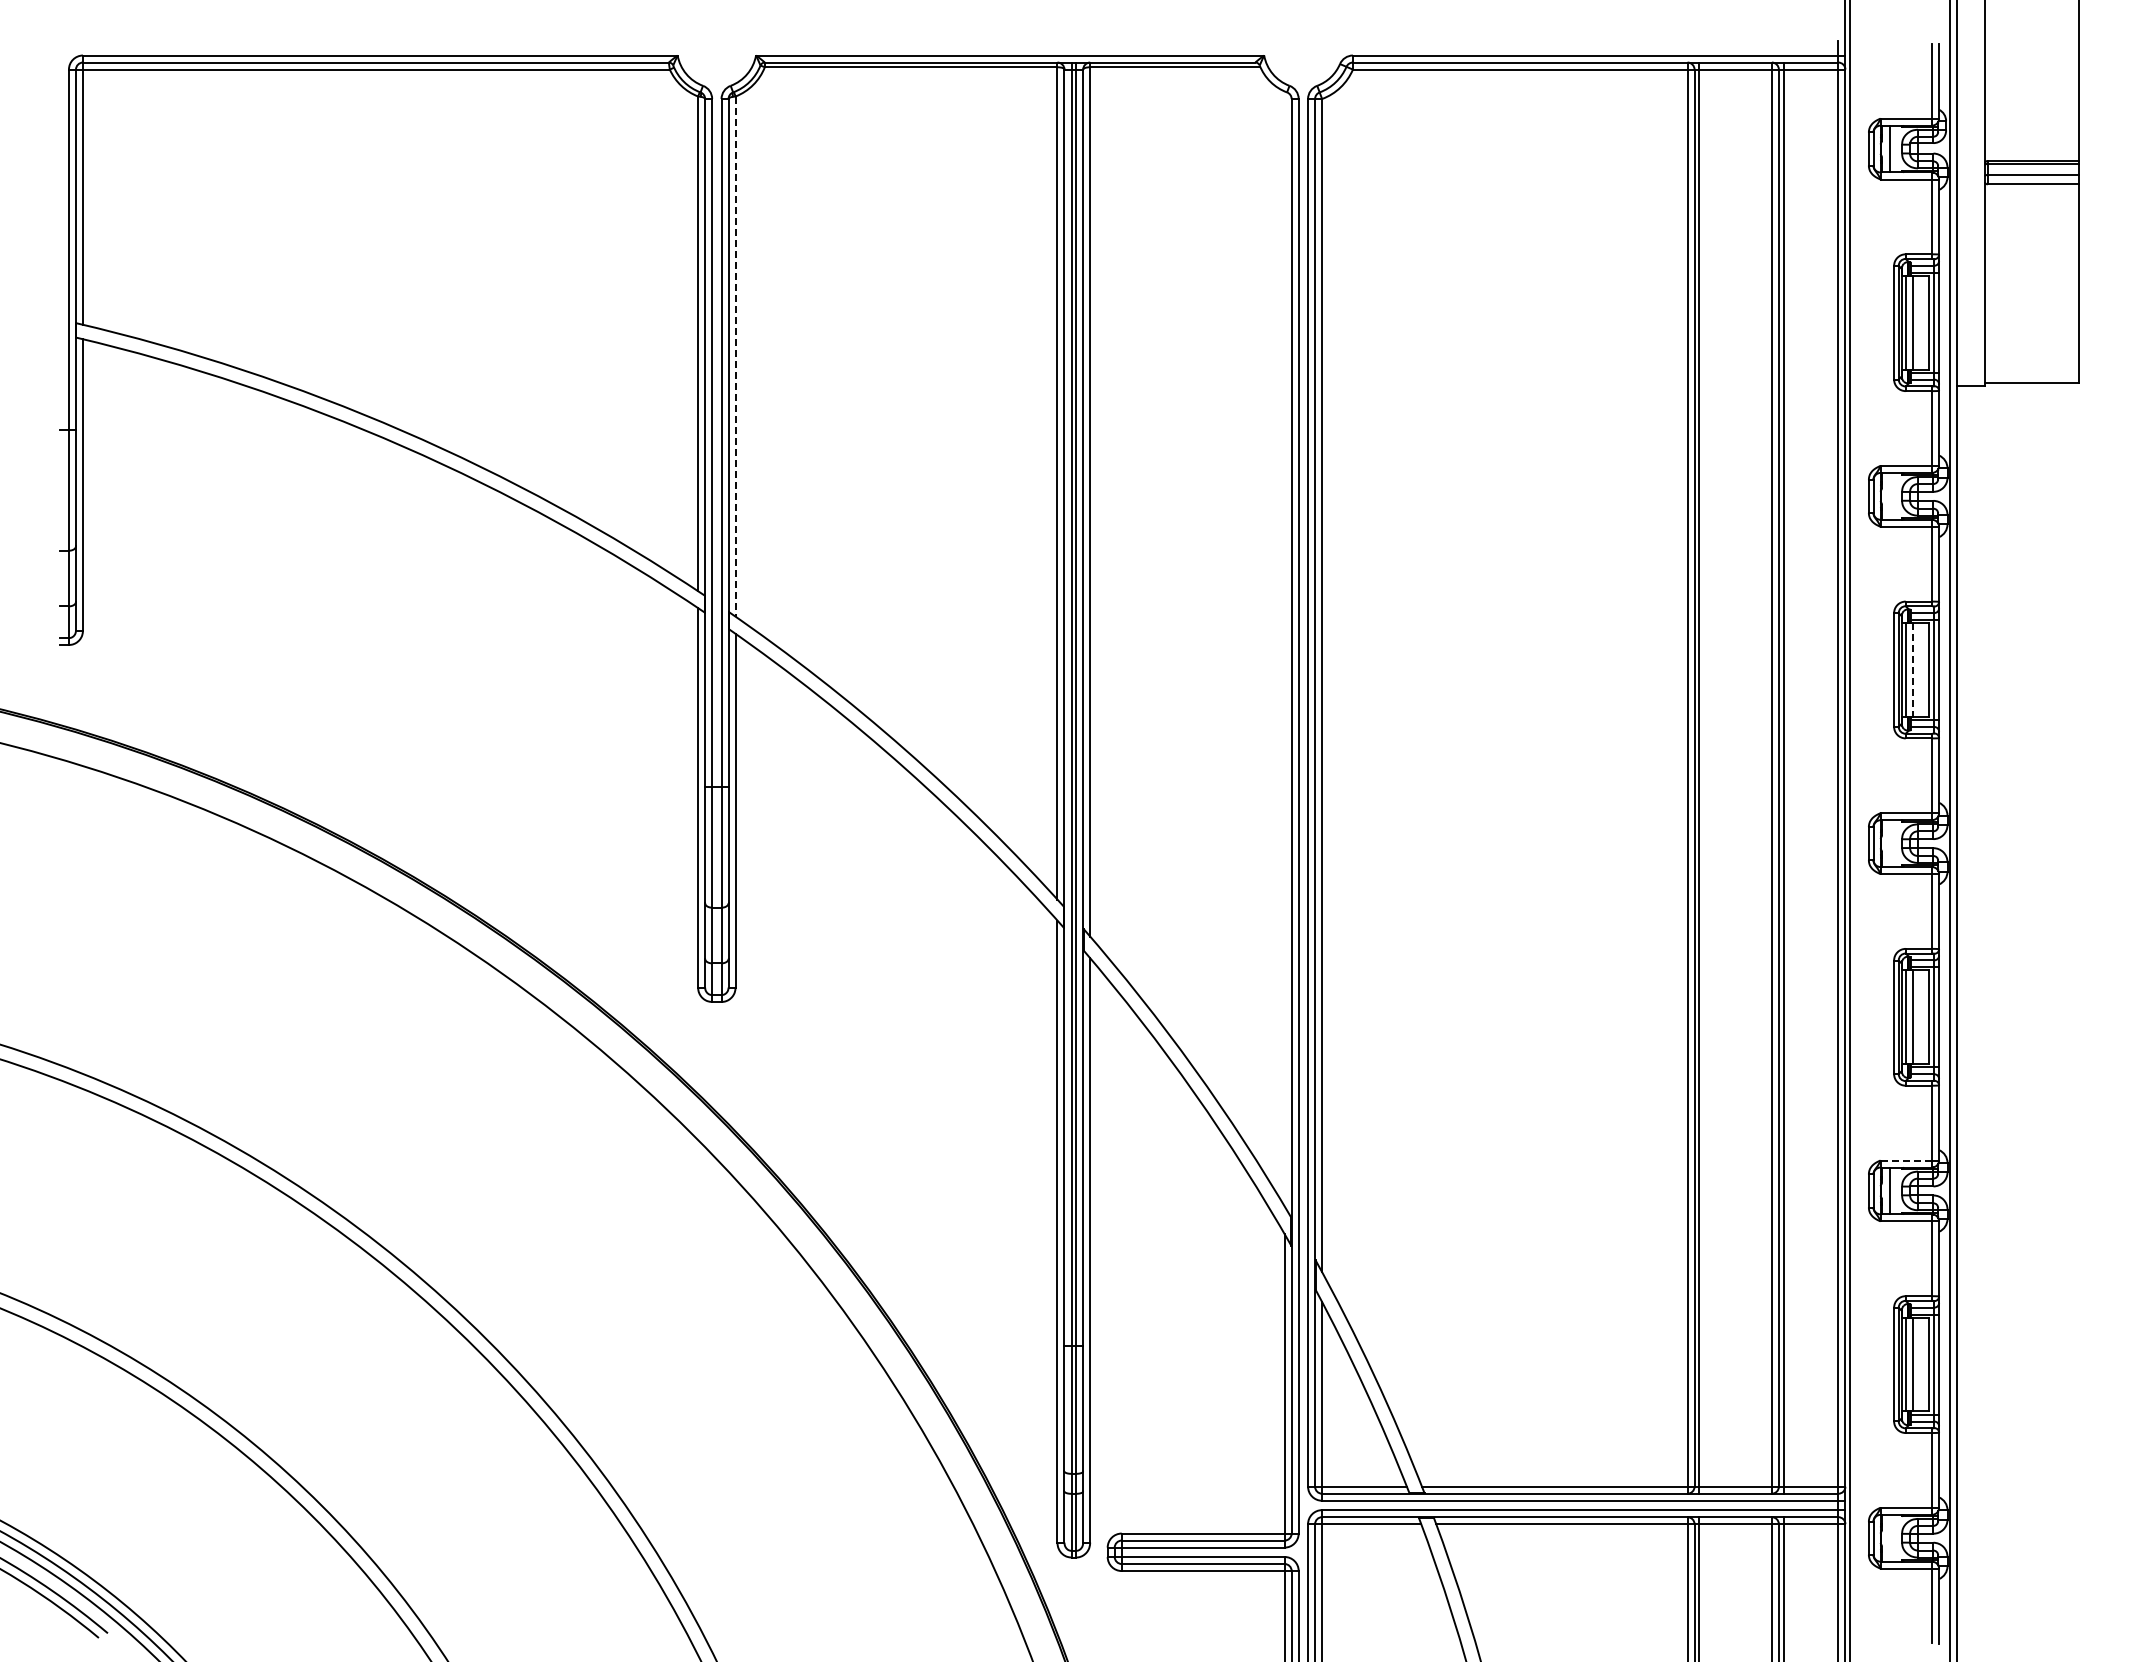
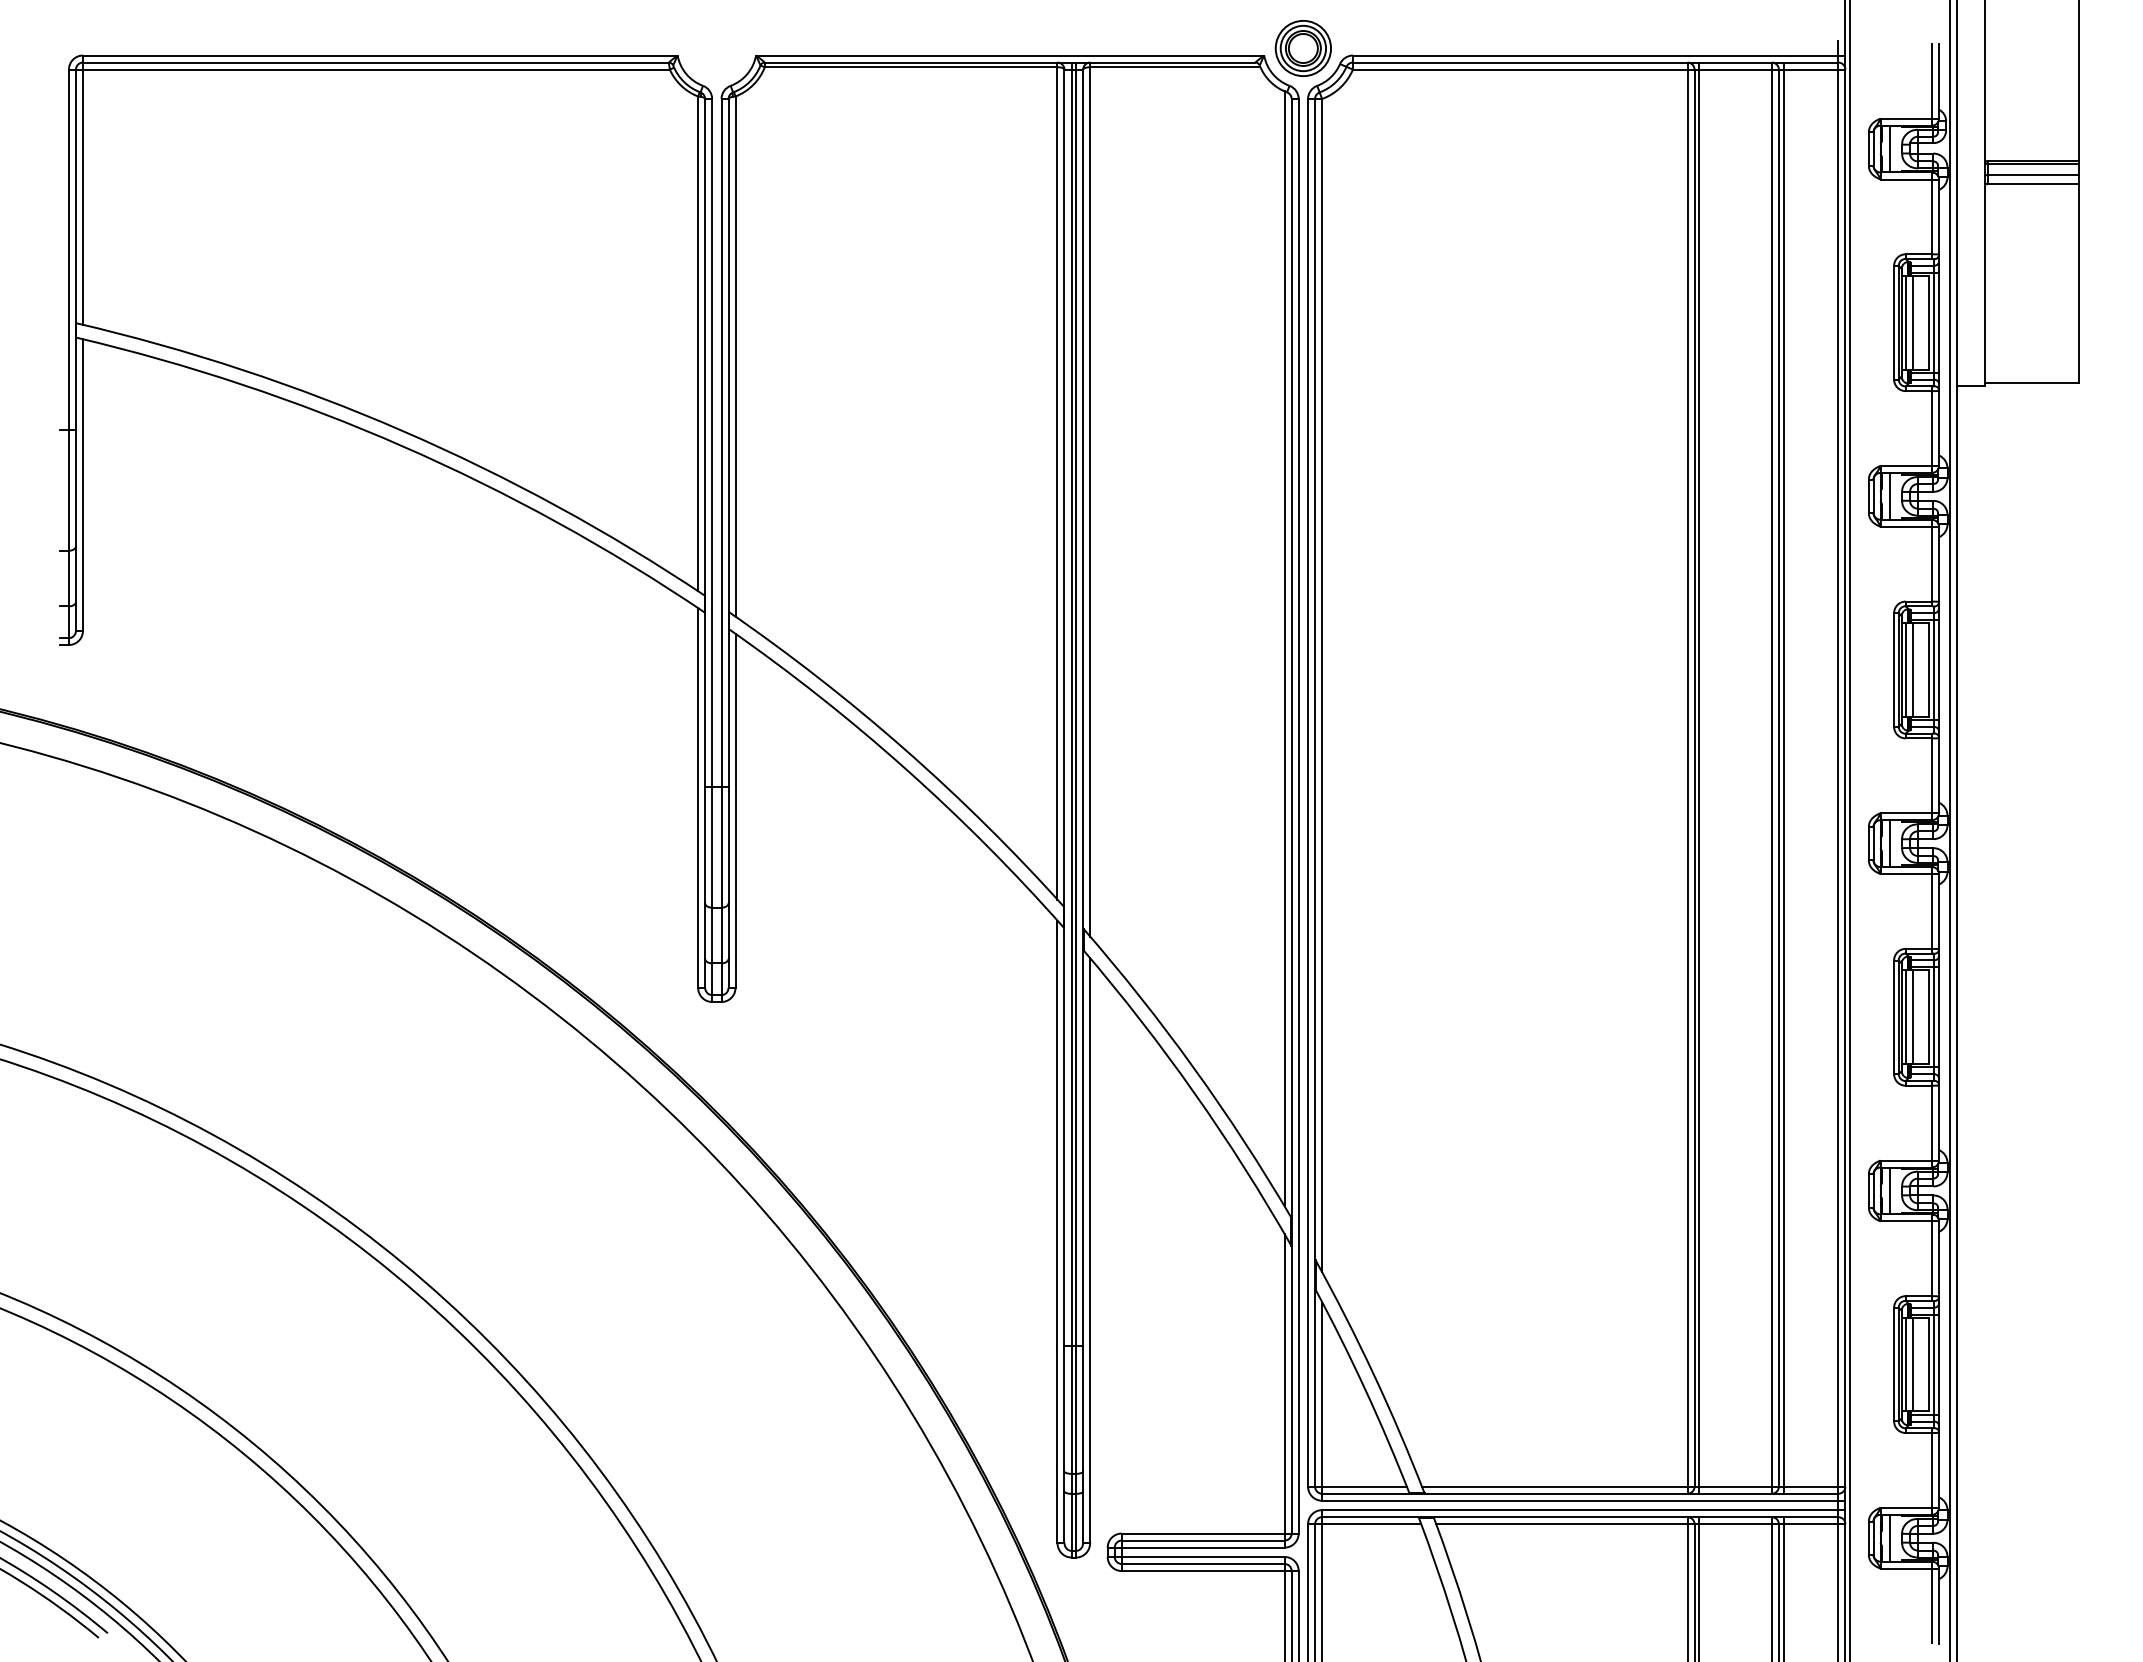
part at (1302, 48): none -> present
line at (735, 357): dashed -> solid
line at (1889, 495): none -> present
line at (1284, 648): none -> present
line at (1912, 670): dashed -> solid
line at (1889, 843): none -> present
line at (1906, 1160): dashed -> solid
line at (1889, 1537): none -> present
